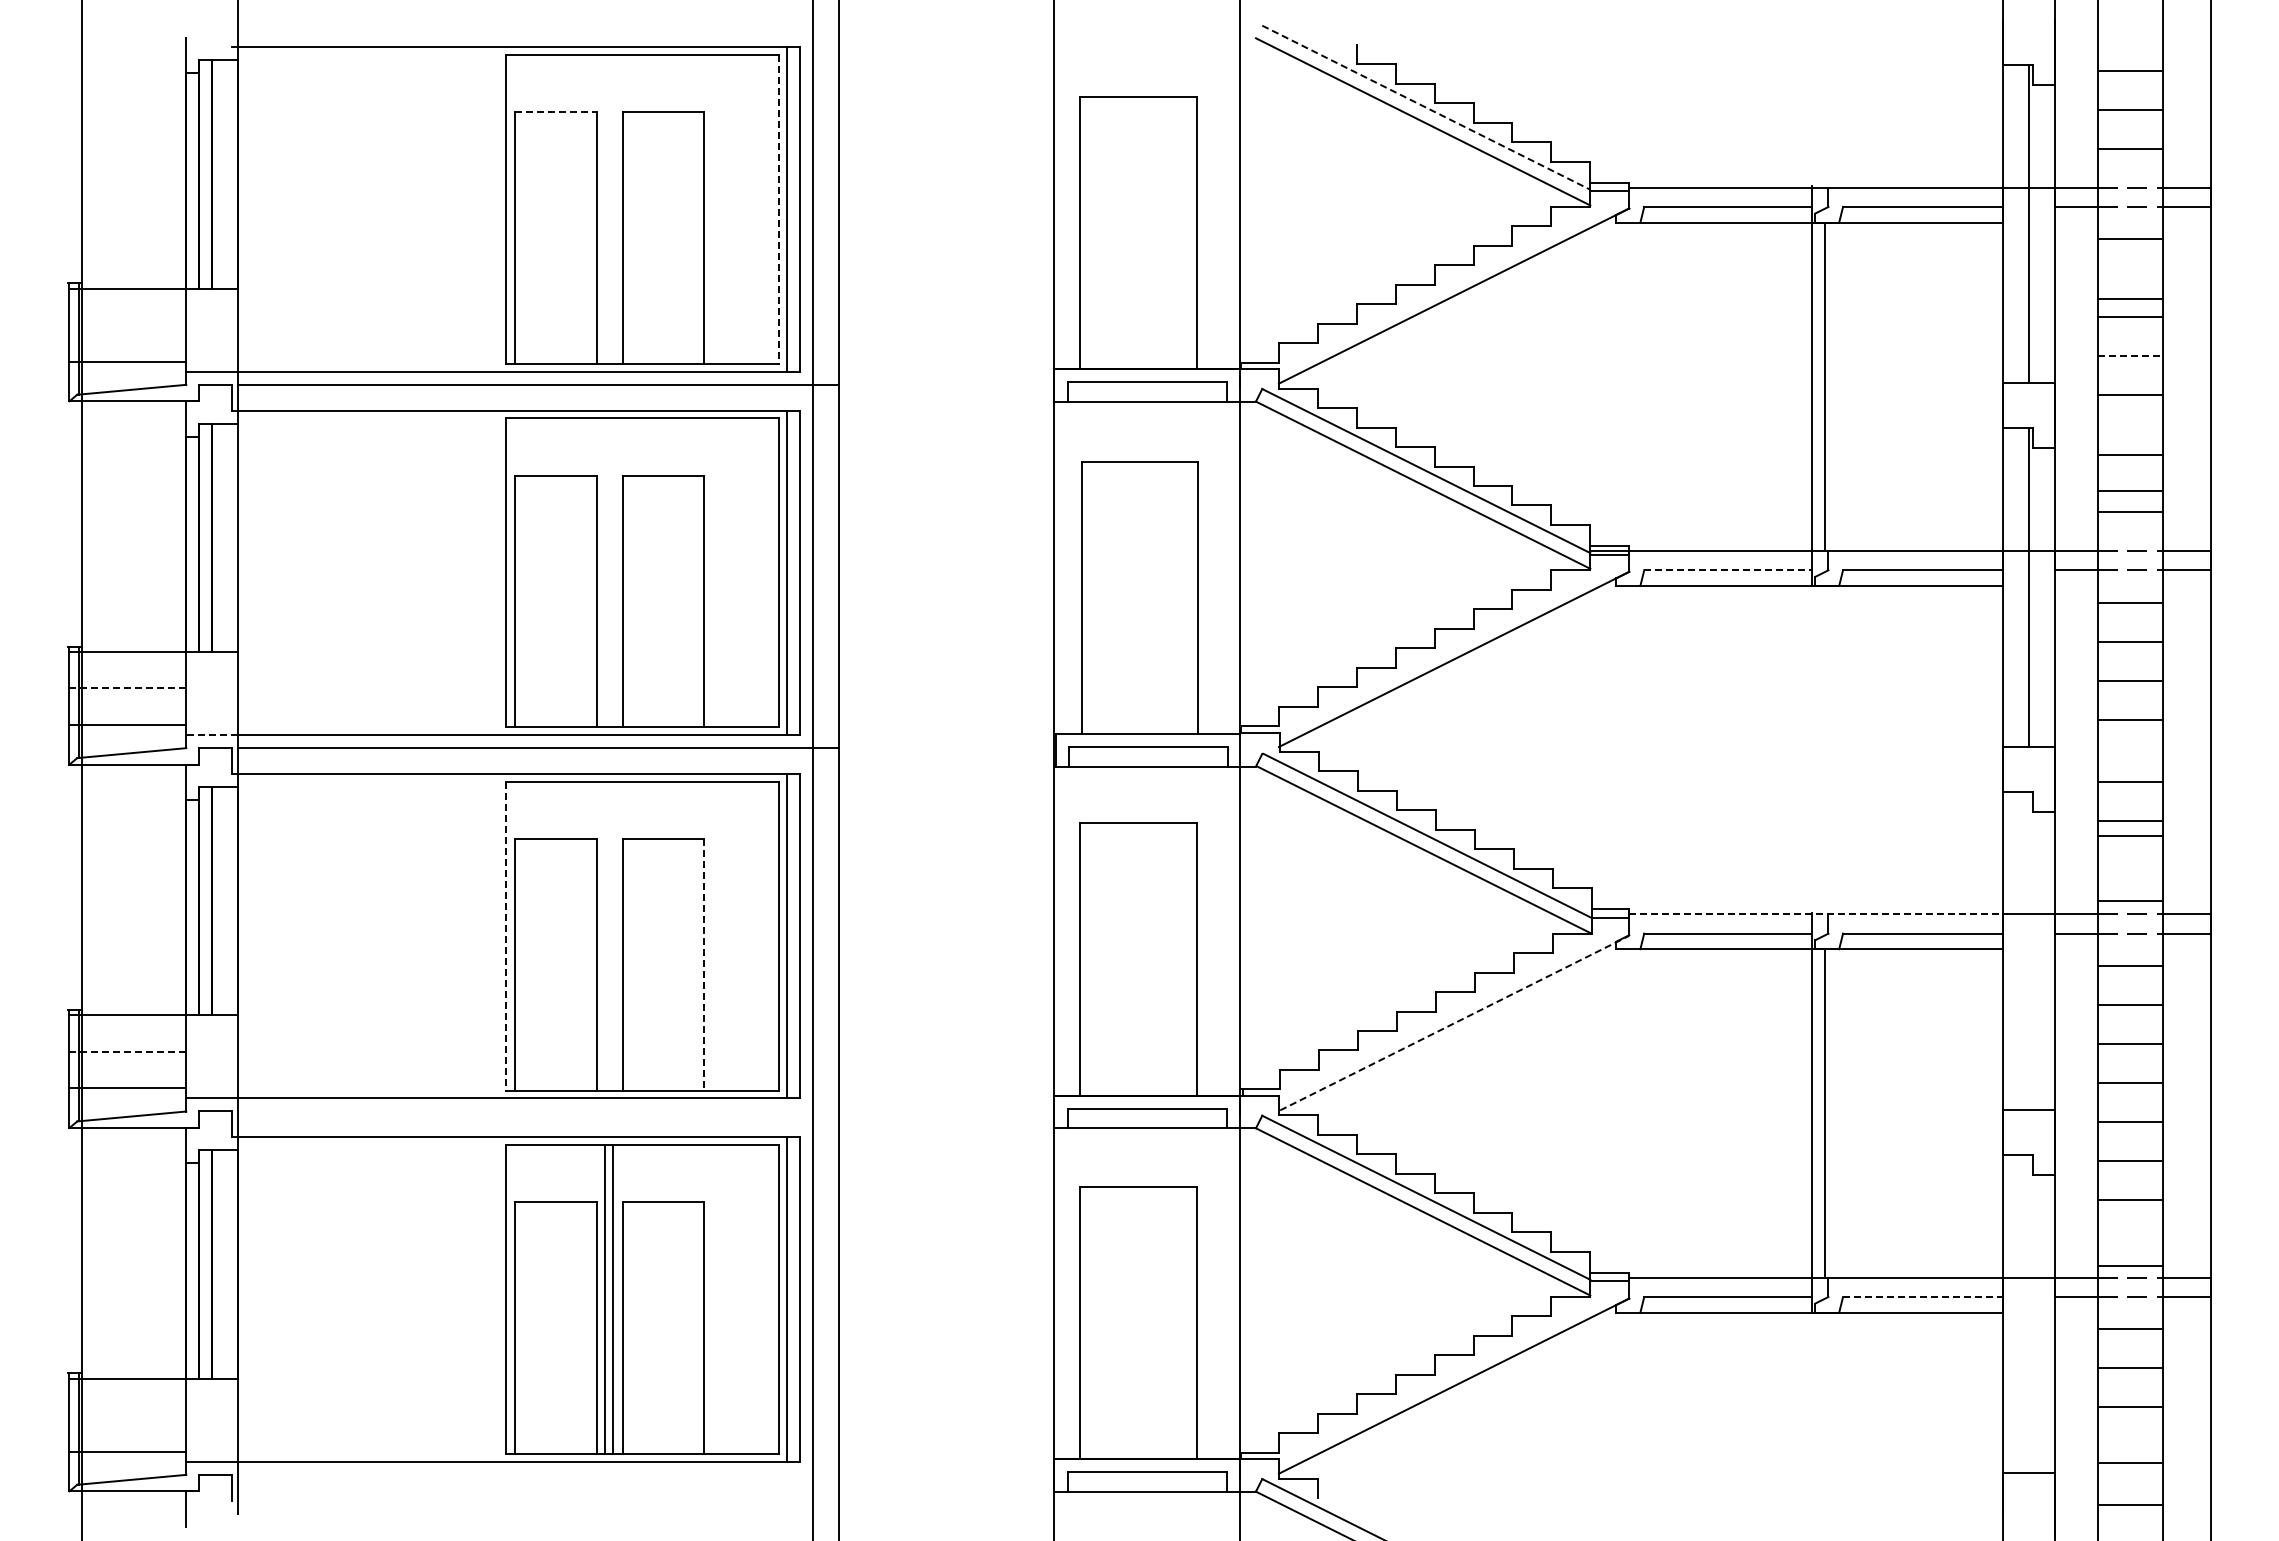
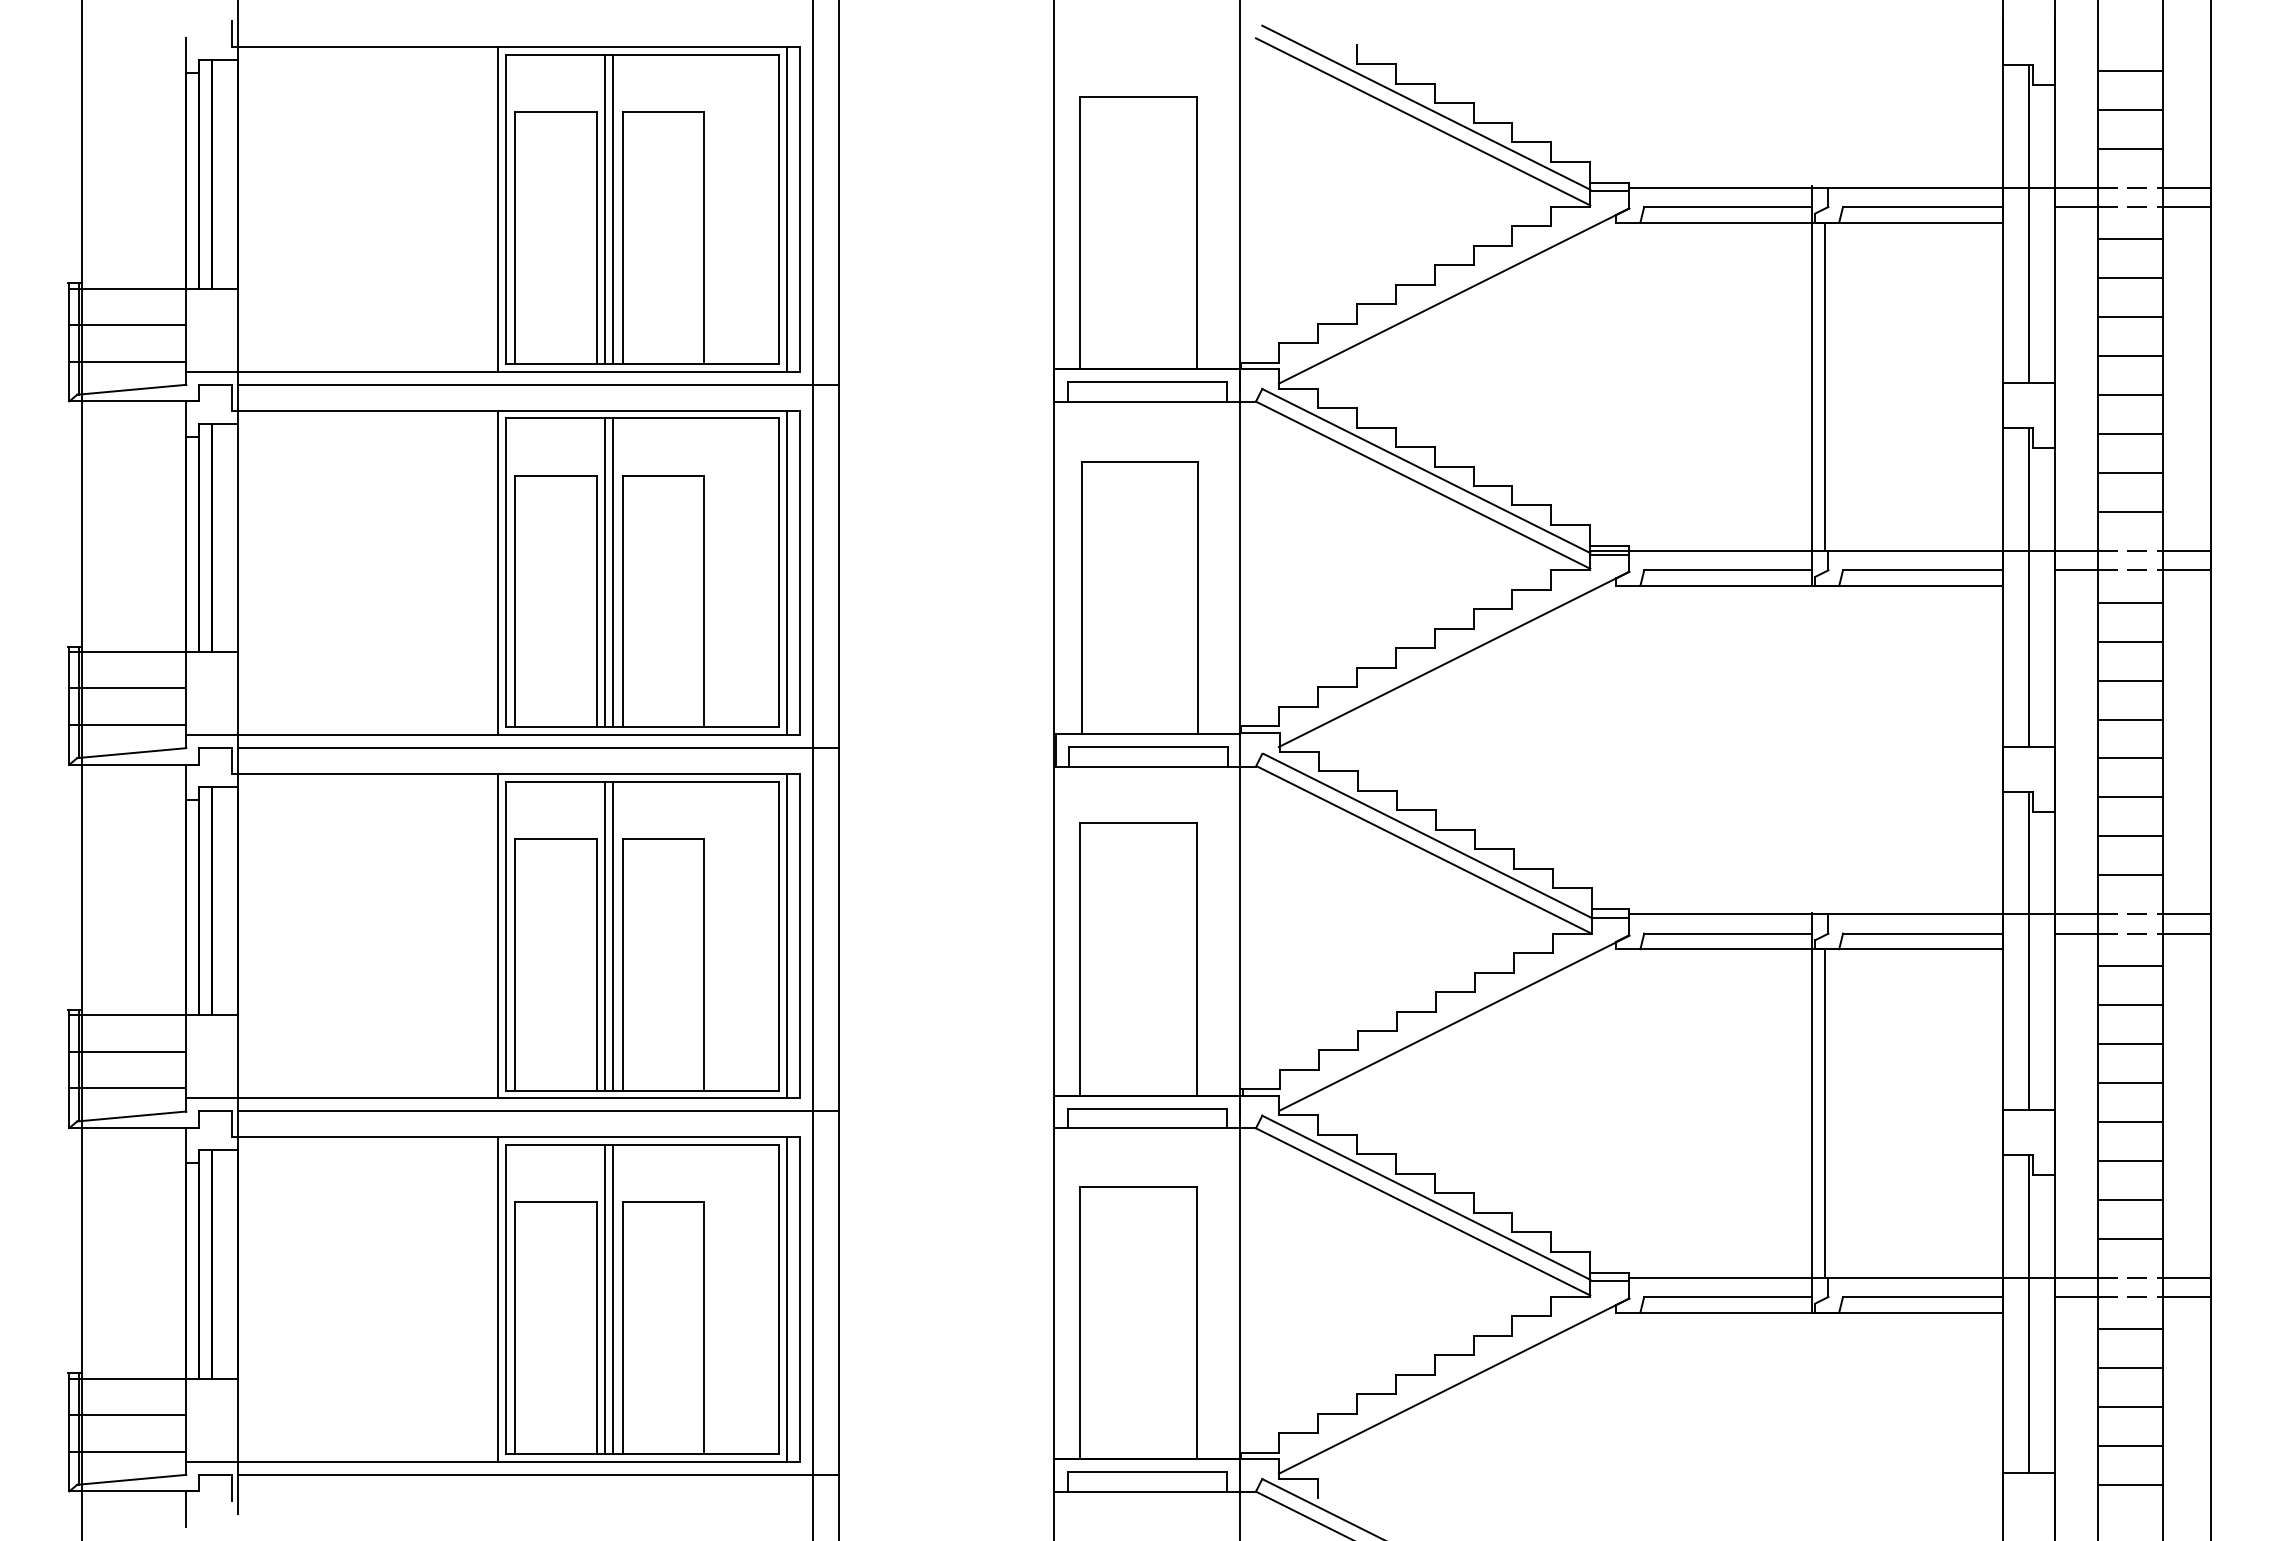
line at (231, 34): none -> present
line at (1426, 107): dashed -> solid
line at (556, 112): dashed -> solid
line at (497, 209): none -> present
line at (605, 209): none -> present
line at (613, 209): none -> present
line at (779, 210): dashed -> solid
line at (2130, 299) position: (2130, 299) -> (2130, 278)
line at (127, 325): none -> present
line at (2131, 356): dashed -> solid
line at (2130, 455) position: (2130, 455) -> (2130, 434)
line at (2130, 491) position: (2130, 491) -> (2130, 473)
line at (1728, 570): dashed -> solid
line at (497, 572): none -> present
line at (605, 572): none -> present
line at (613, 572): none -> present
line at (127, 688): dashed -> solid
line at (212, 735): dashed -> solid
line at (2130, 782) position: (2130, 782) -> (2130, 758)
line at (2130, 821) position: (2130, 821) -> (2130, 797)
line at (2130, 901) position: (2130, 901) -> (2130, 875)
line at (1816, 914): dashed -> solid
line at (605, 935): none -> present
line at (613, 935): none -> present
line at (497, 936): none -> present
line at (505, 936): dashed -> solid
line at (2028, 950): none -> present
line at (704, 964): dashed -> solid
line at (1455, 1022): dashed -> solid
line at (127, 1051): dashed -> solid
line at (538, 1111): none -> present
line at (2130, 1265) position: (2130, 1265) -> (2130, 1238)
line at (1923, 1297): dashed -> solid
line at (497, 1299): none -> present
line at (2028, 1313): none -> present
line at (127, 1415): none -> present
line at (2130, 1463) position: (2130, 1463) -> (2130, 1446)
line at (538, 1474): none -> present
line at (2130, 1505) position: (2130, 1505) -> (2130, 1485)
